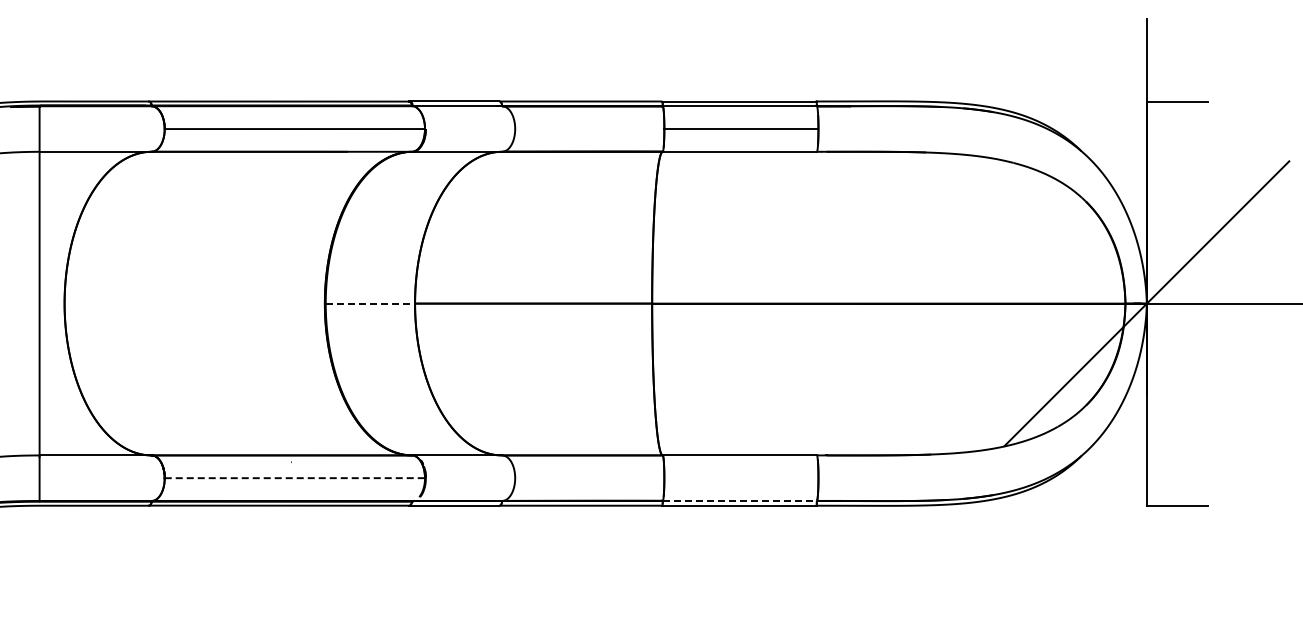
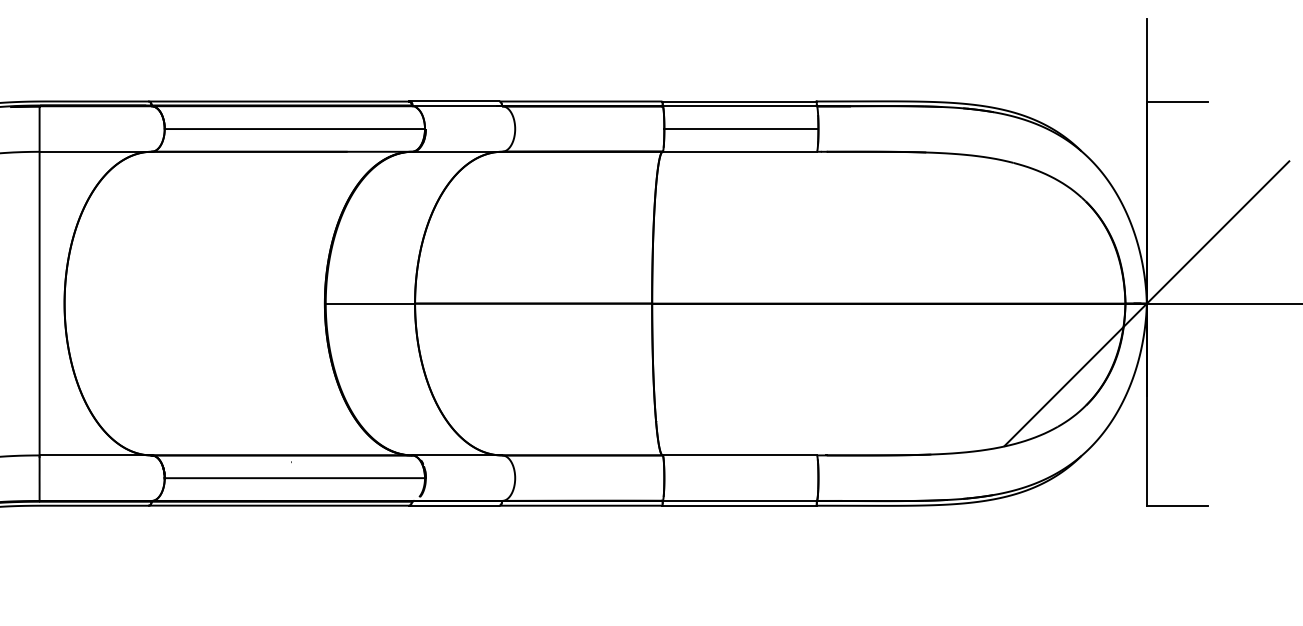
line at (370, 303): dashed -> solid
line at (295, 478): dashed -> solid
line at (740, 500): dashed -> solid
